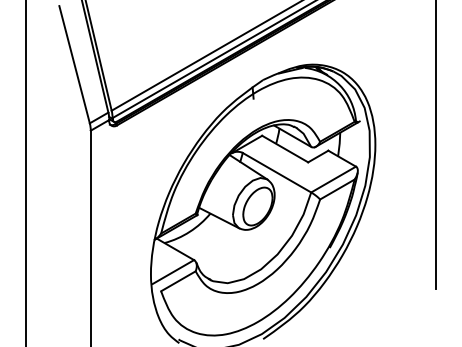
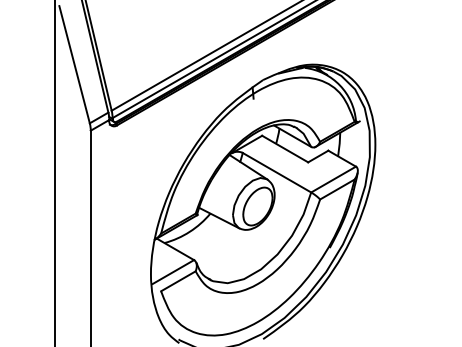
line at (435, 145): present -> none
line at (26, 172) position: (26, 172) -> (55, 172)
